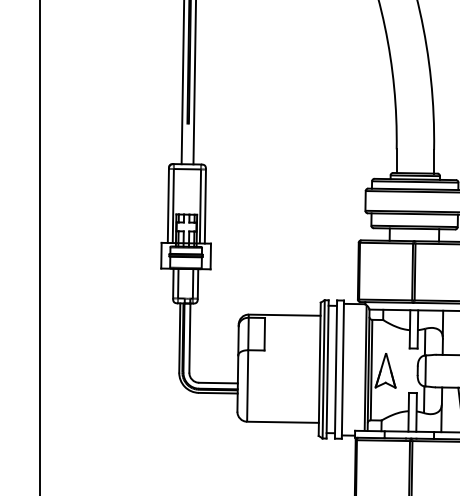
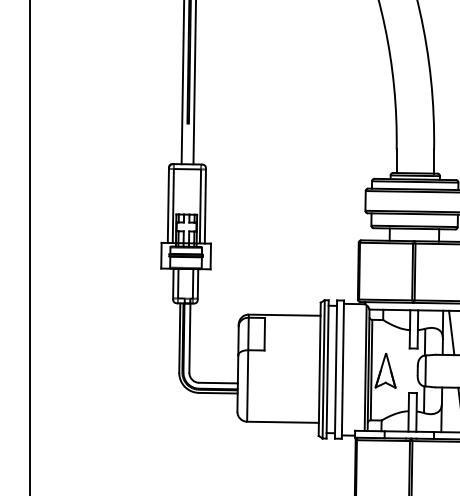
line at (40, 247) position: (40, 247) -> (30, 247)
line at (451, 332): none -> present
